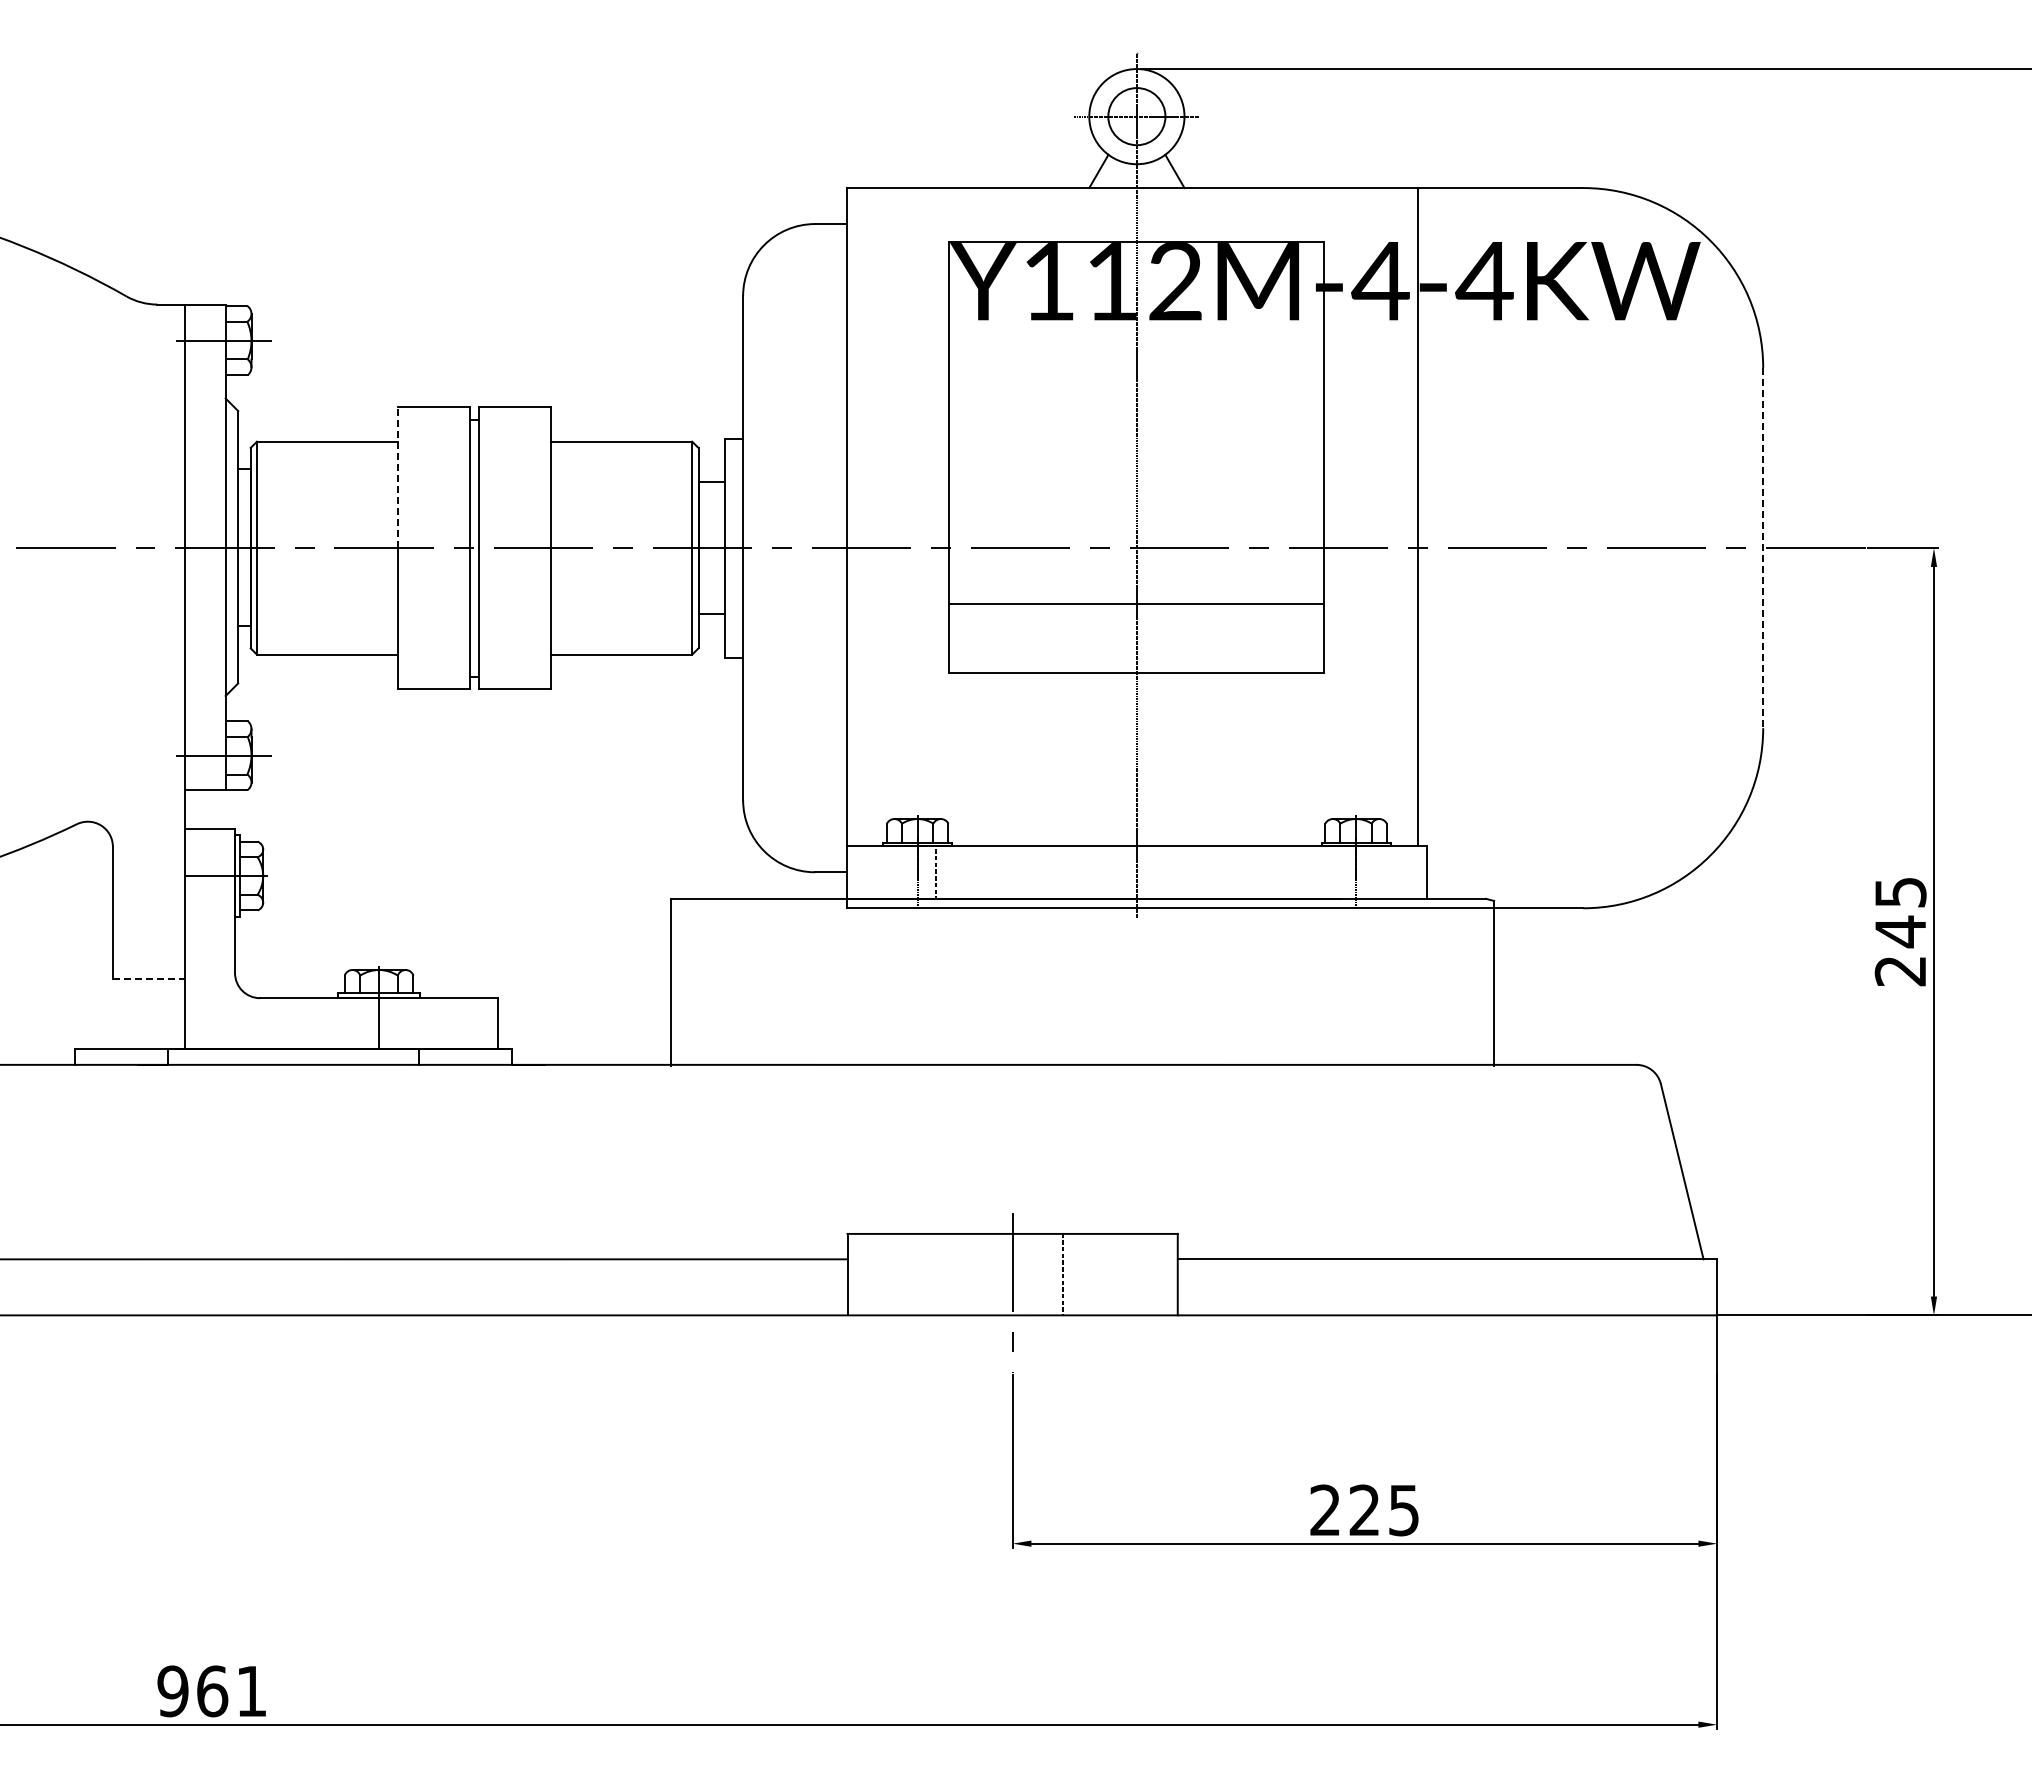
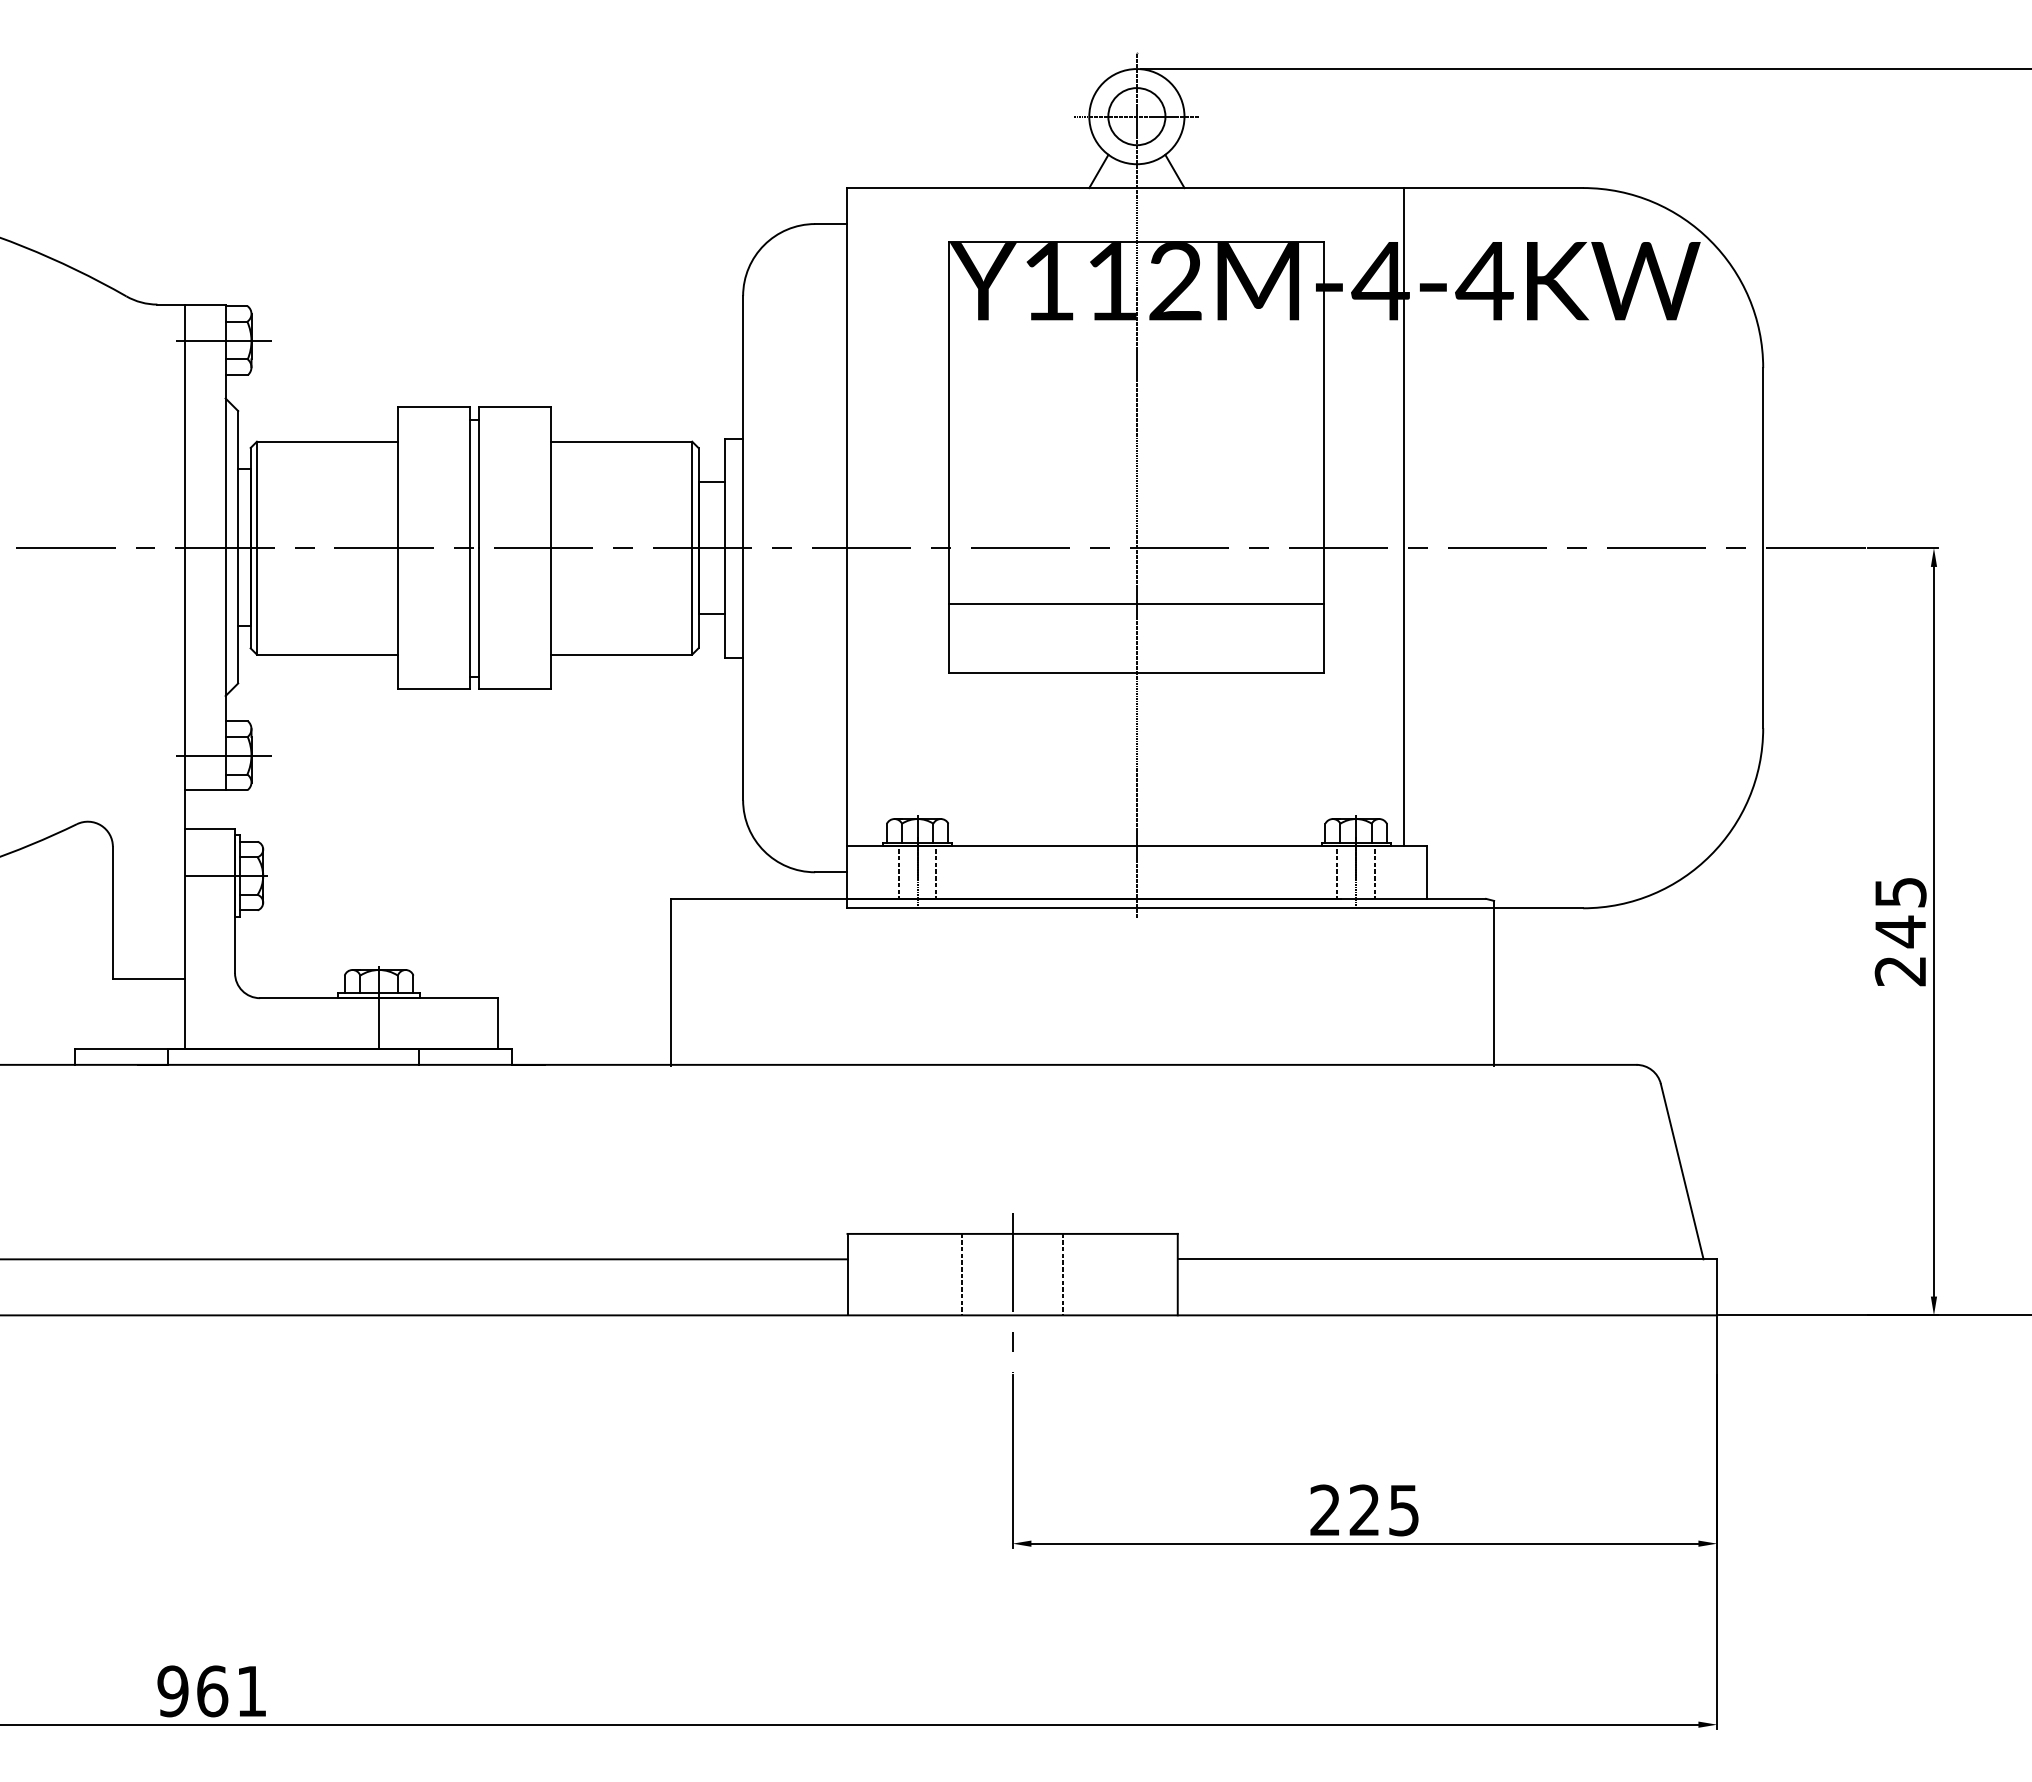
line at (397, 477): dashed -> solid
line at (1418, 516) position: (1418, 516) -> (1404, 516)
line at (1763, 548): dashed -> solid
line at (898, 871): none -> present
line at (1337, 871): none -> present
line at (1374, 871): none -> present
line at (149, 979): dashed -> solid
line at (962, 1274): none -> present
